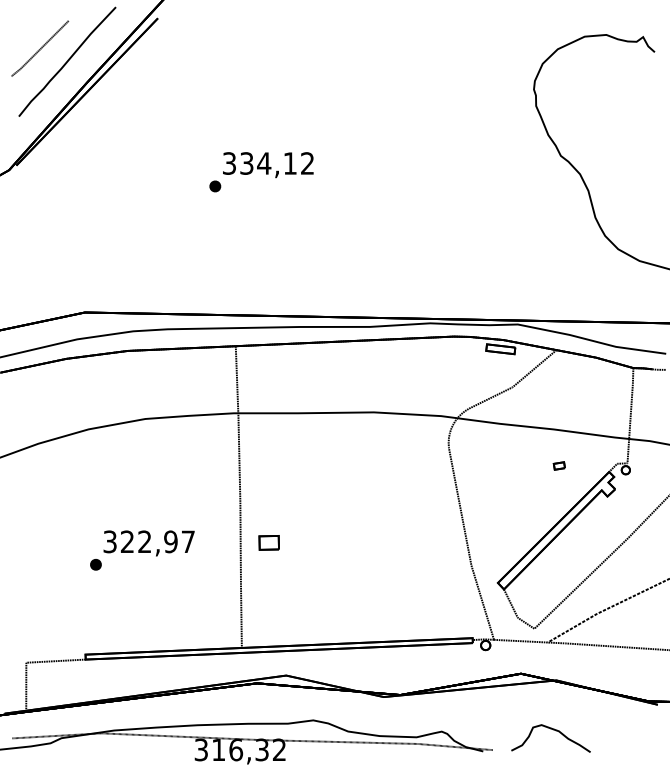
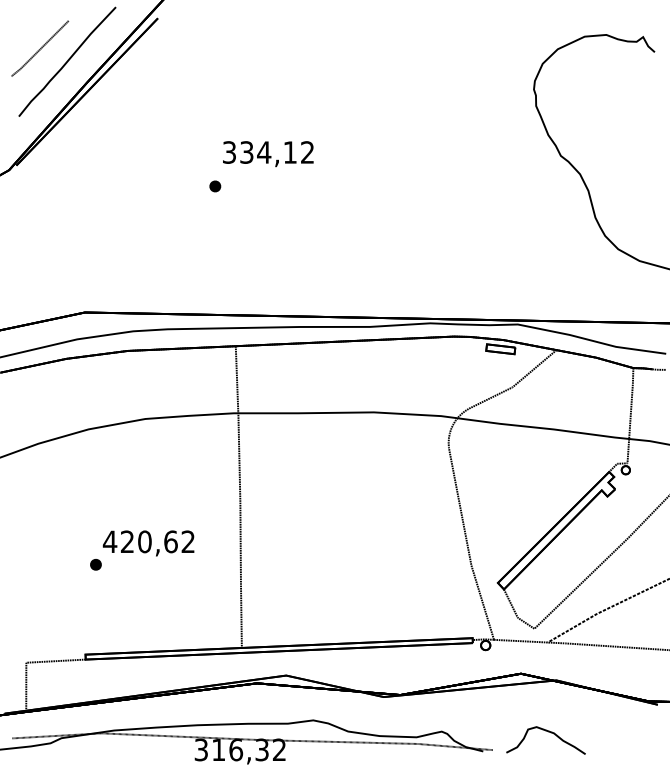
text at (268, 165) position: (268, 165) -> (268, 154)
part at (558, 465): present -> none
text at (148, 541): 322,97 -> 420,62
part at (268, 542): present -> none
curve at (553, 730) position: (553, 730) -> (548, 732)
